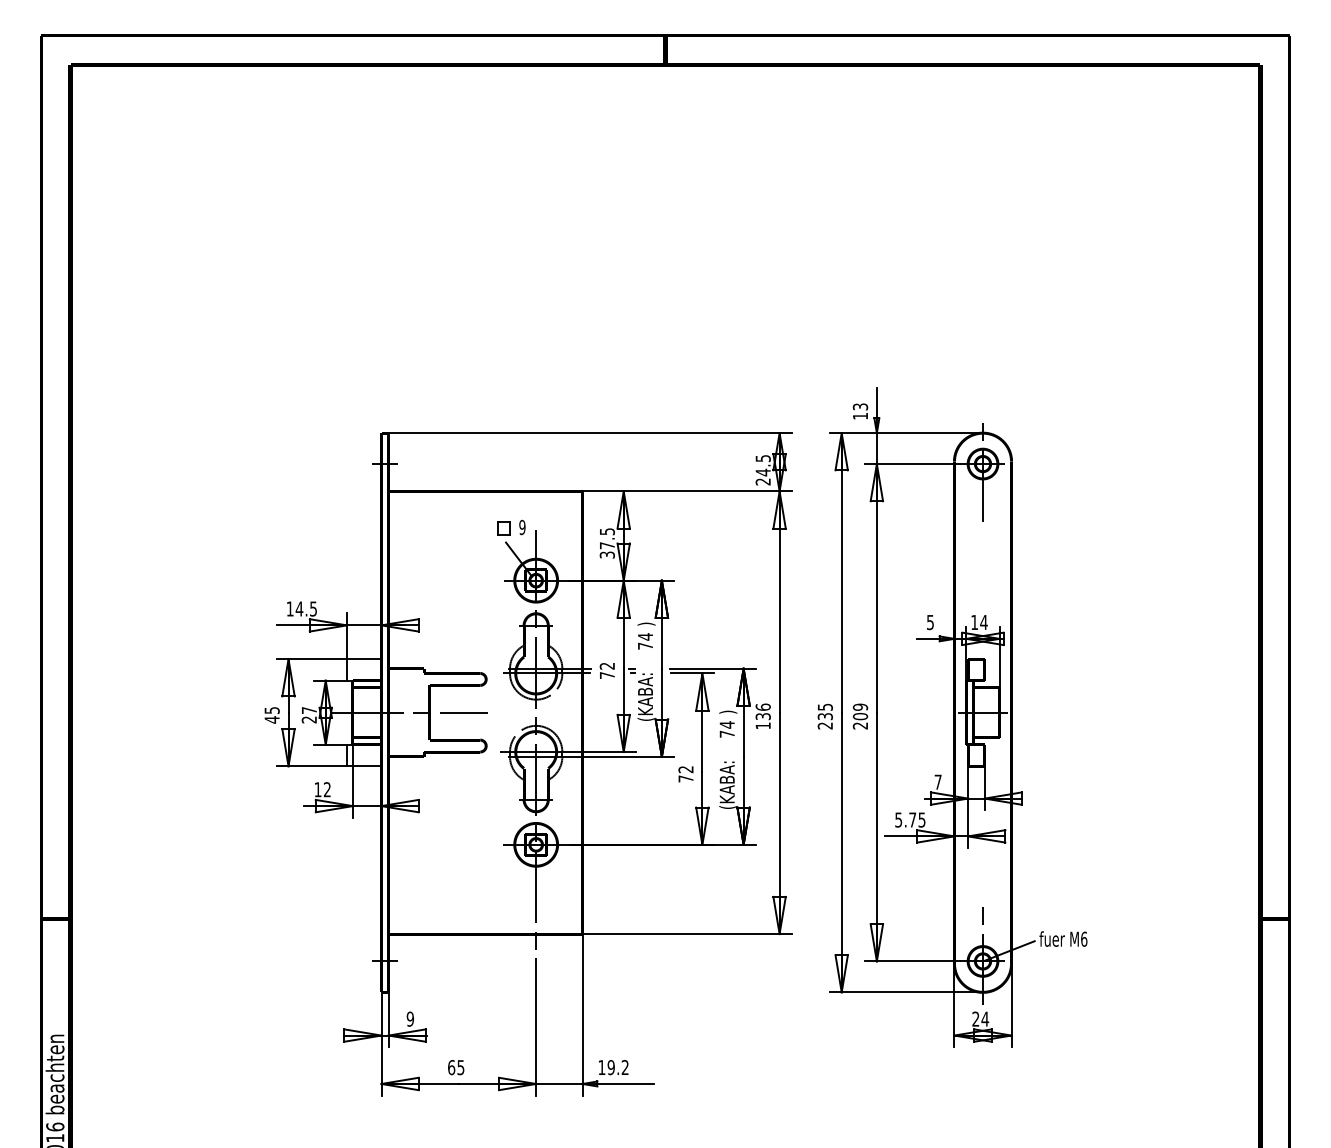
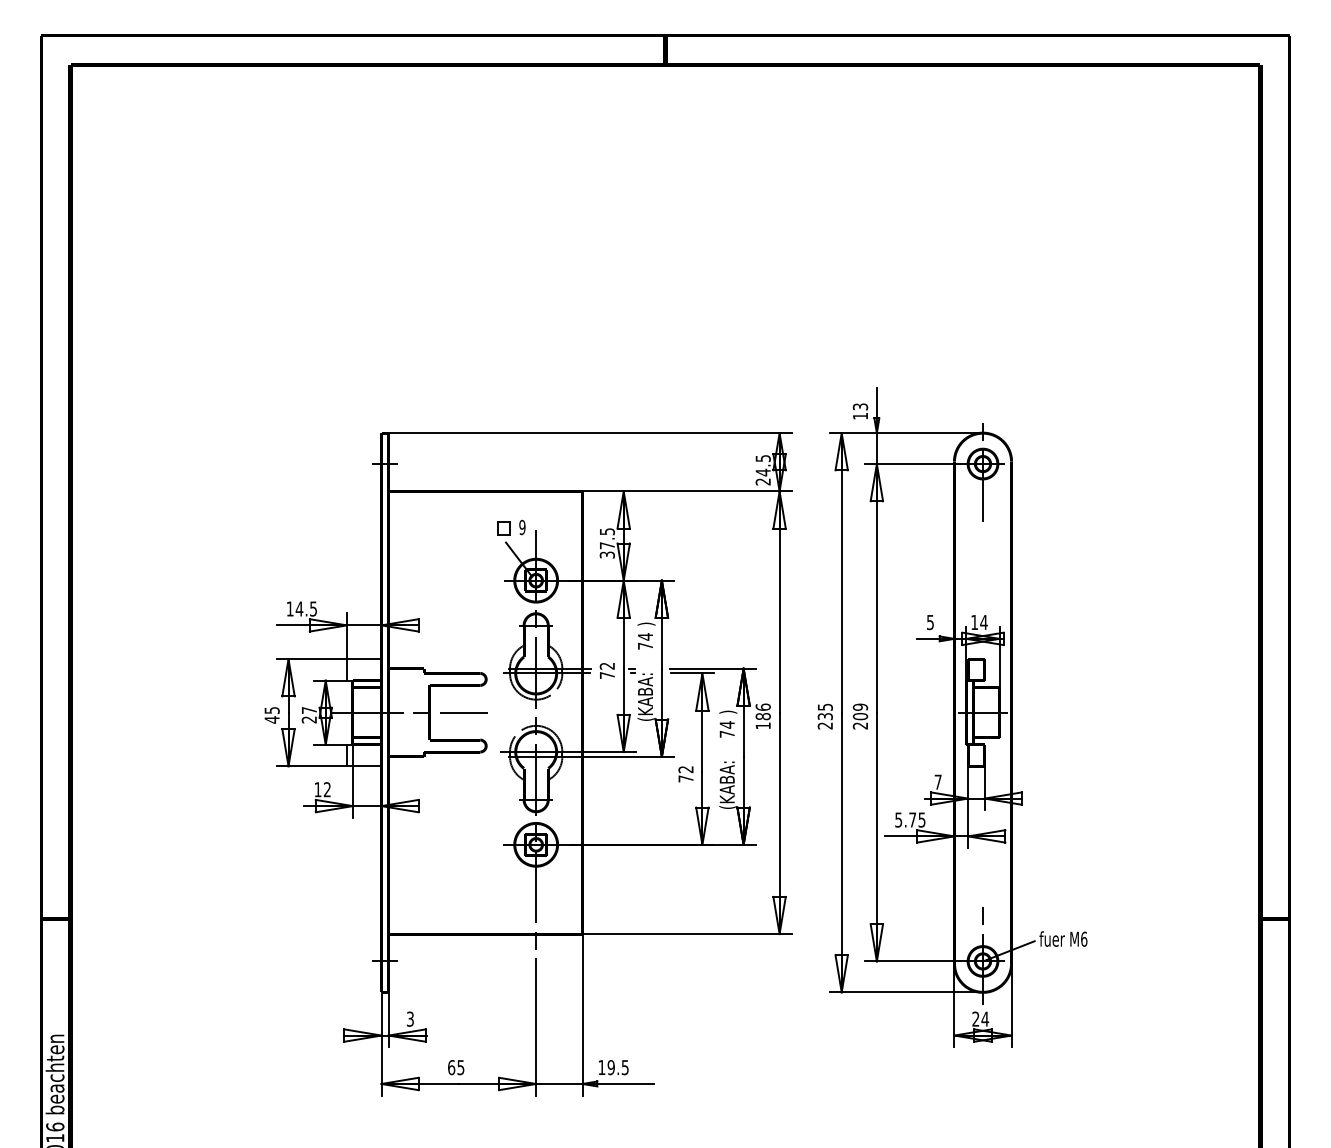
text at (762, 716): 136 -> 186
text at (409, 1018): 9 -> 3
text at (624, 1067): 19.2 -> 19.5
